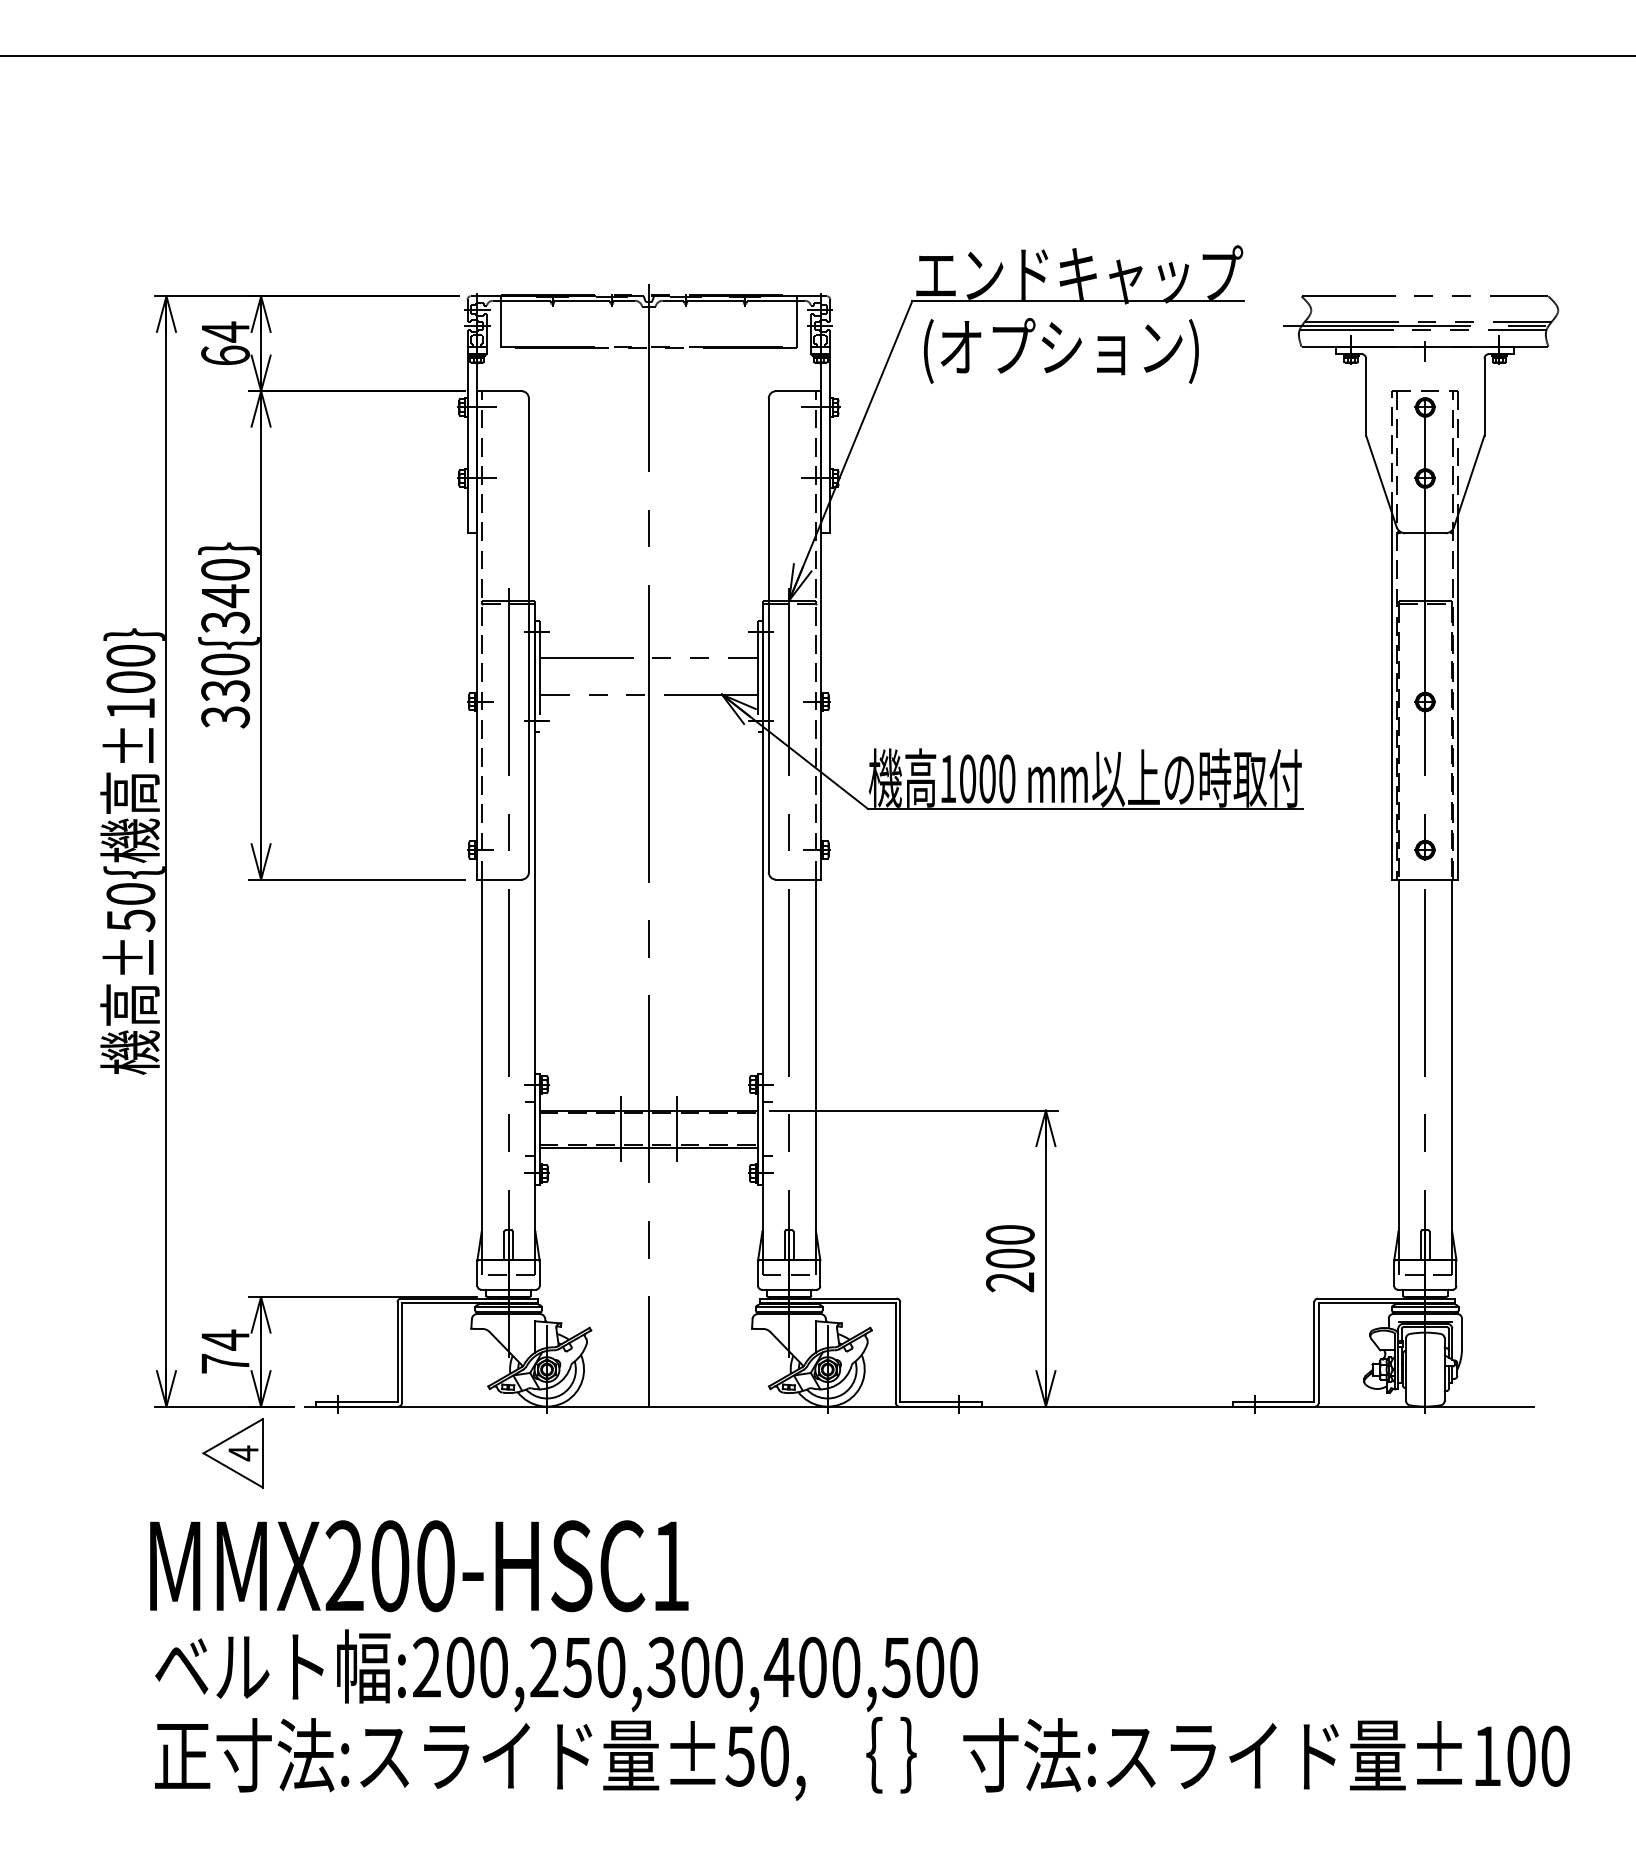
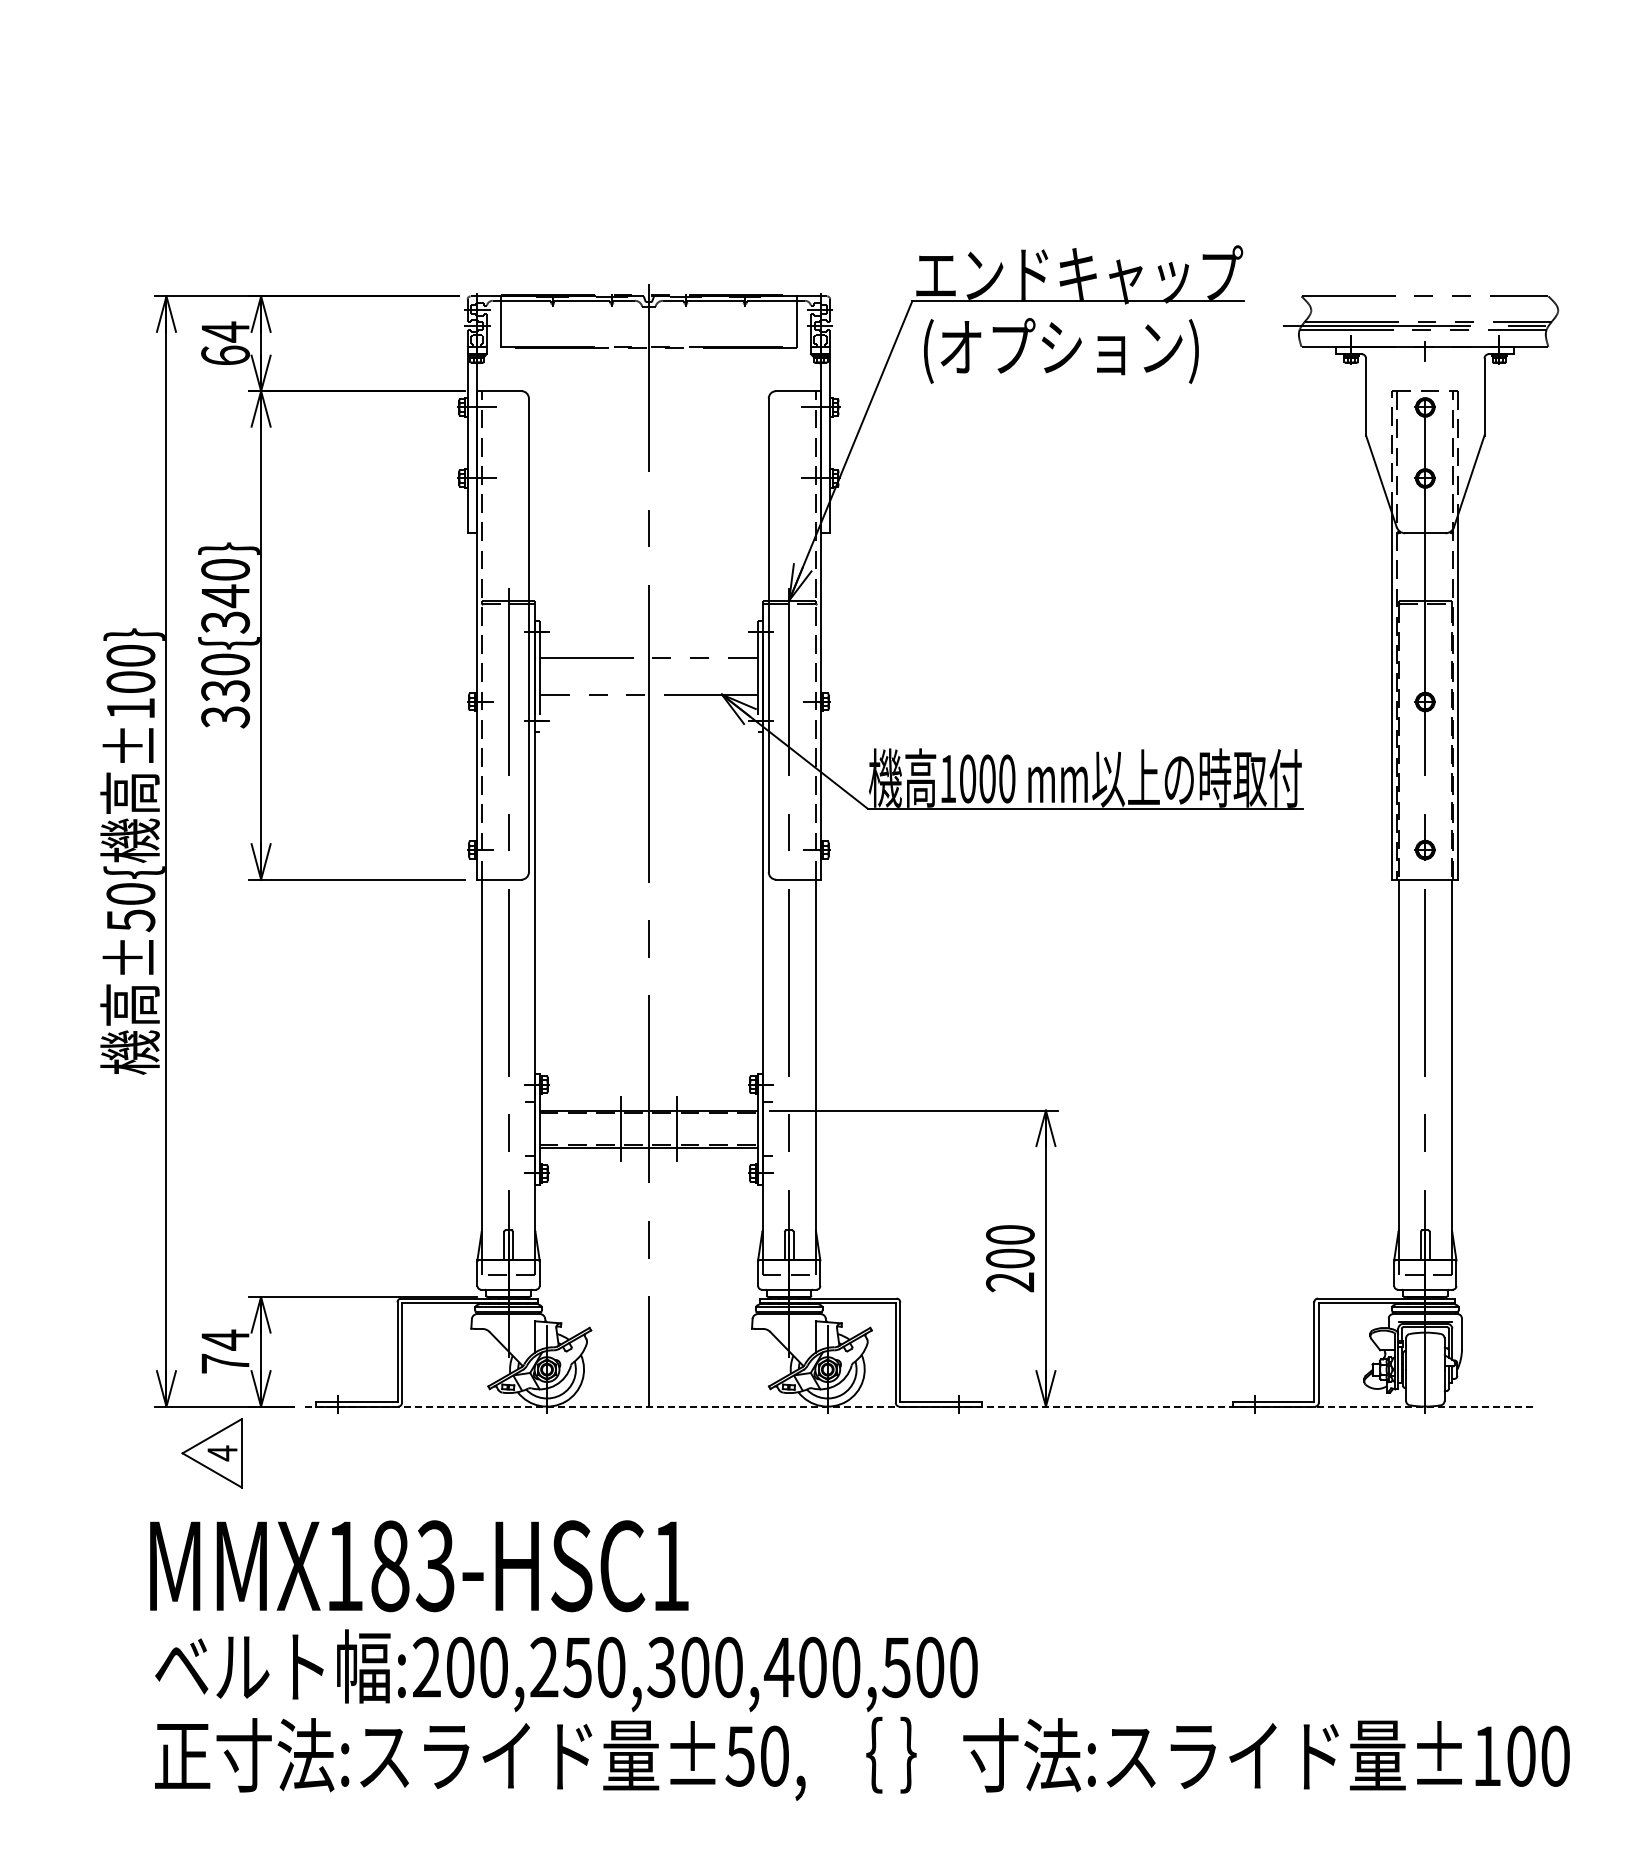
line at (817, 55): present -> none
line at (920, 1406): solid -> dashed
part at (232, 1453) position: (232, 1453) -> (211, 1453)
text at (389, 1566): MMX200-HSC1 -> MMX183-HSC1
